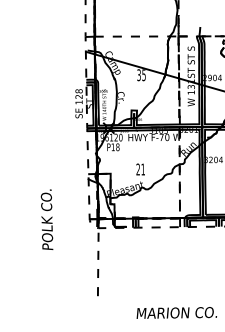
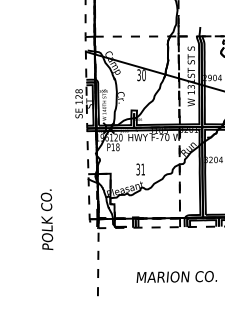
text at (143, 75): 35 -> 30
text at (137, 169): 21 -> 31
text at (176, 312) position: (176, 312) -> (176, 276)
